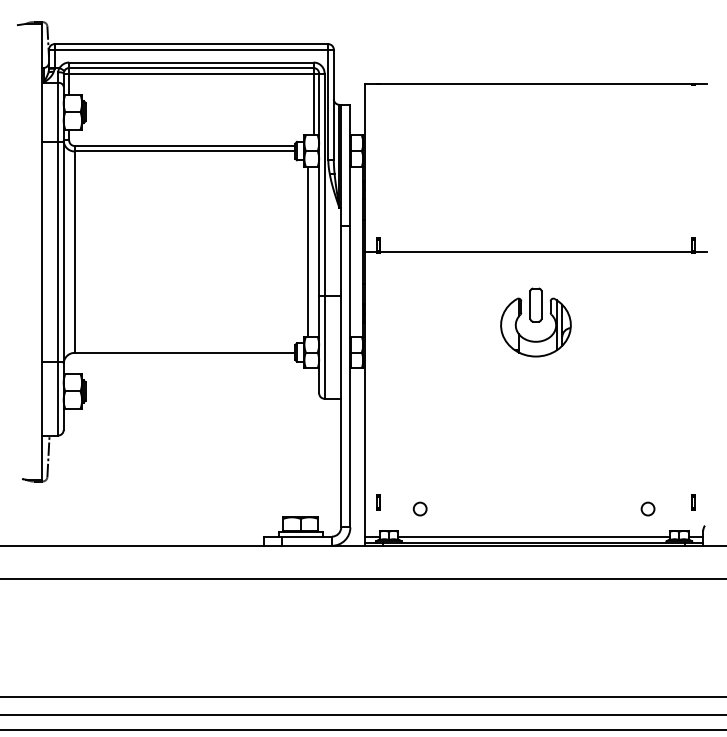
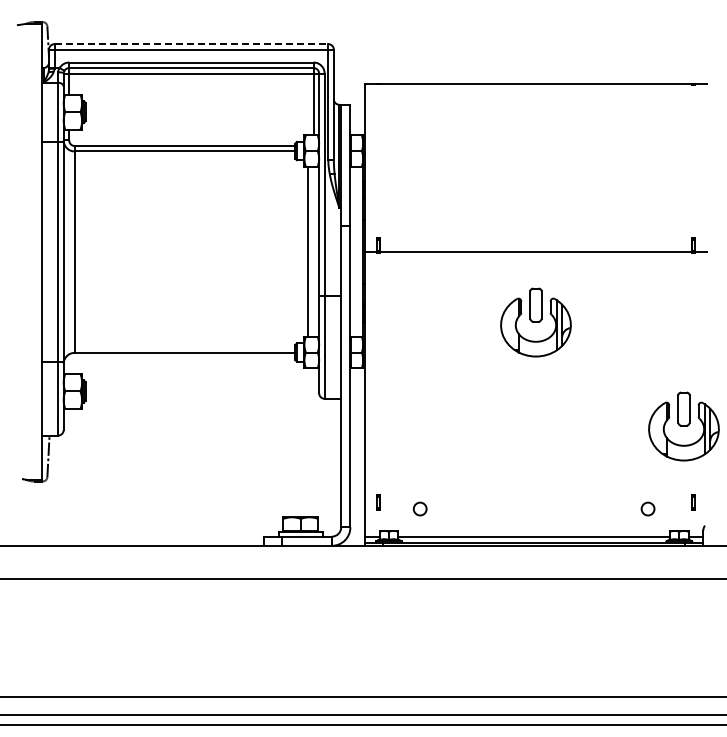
line at (191, 44): solid -> dashed
part at (683, 426): none -> present
line at (362, 729) position: (362, 729) -> (362, 724)
